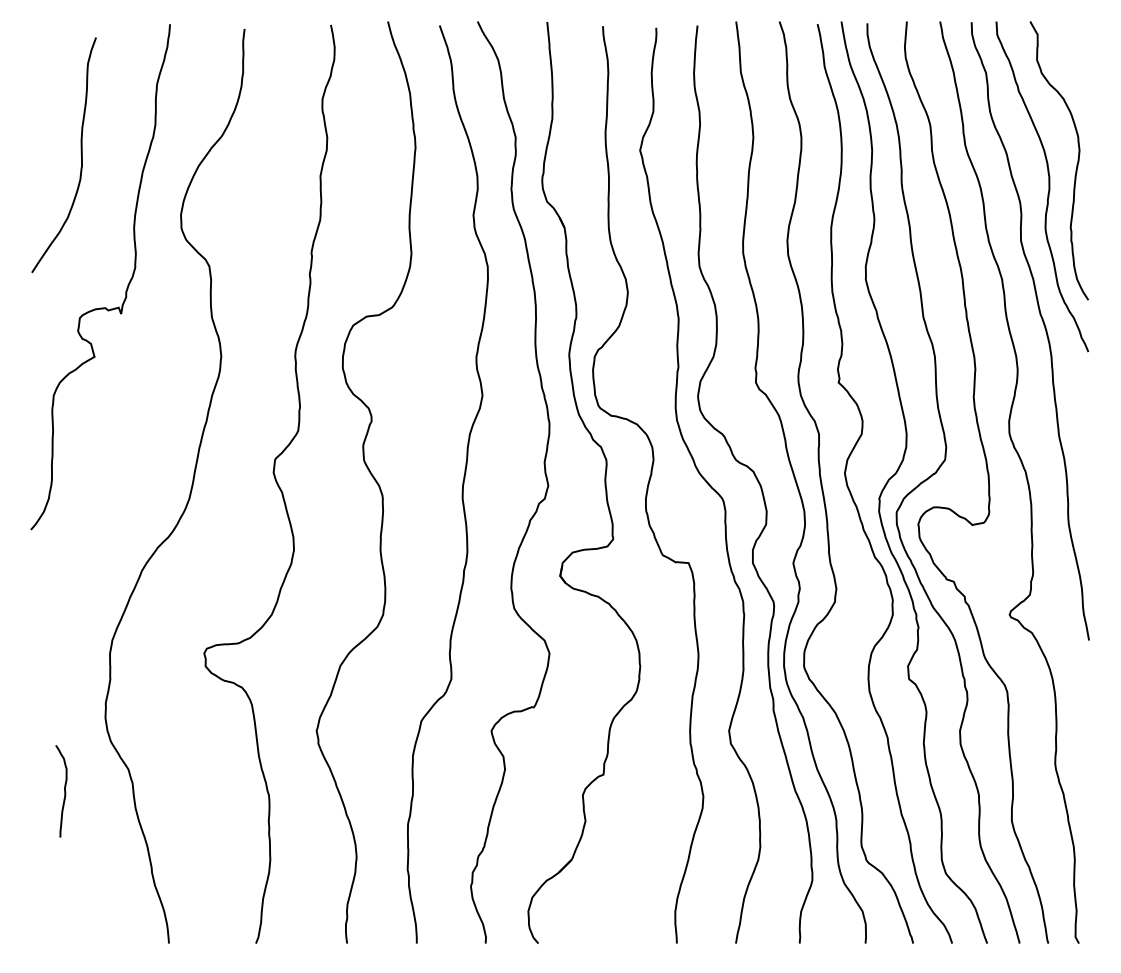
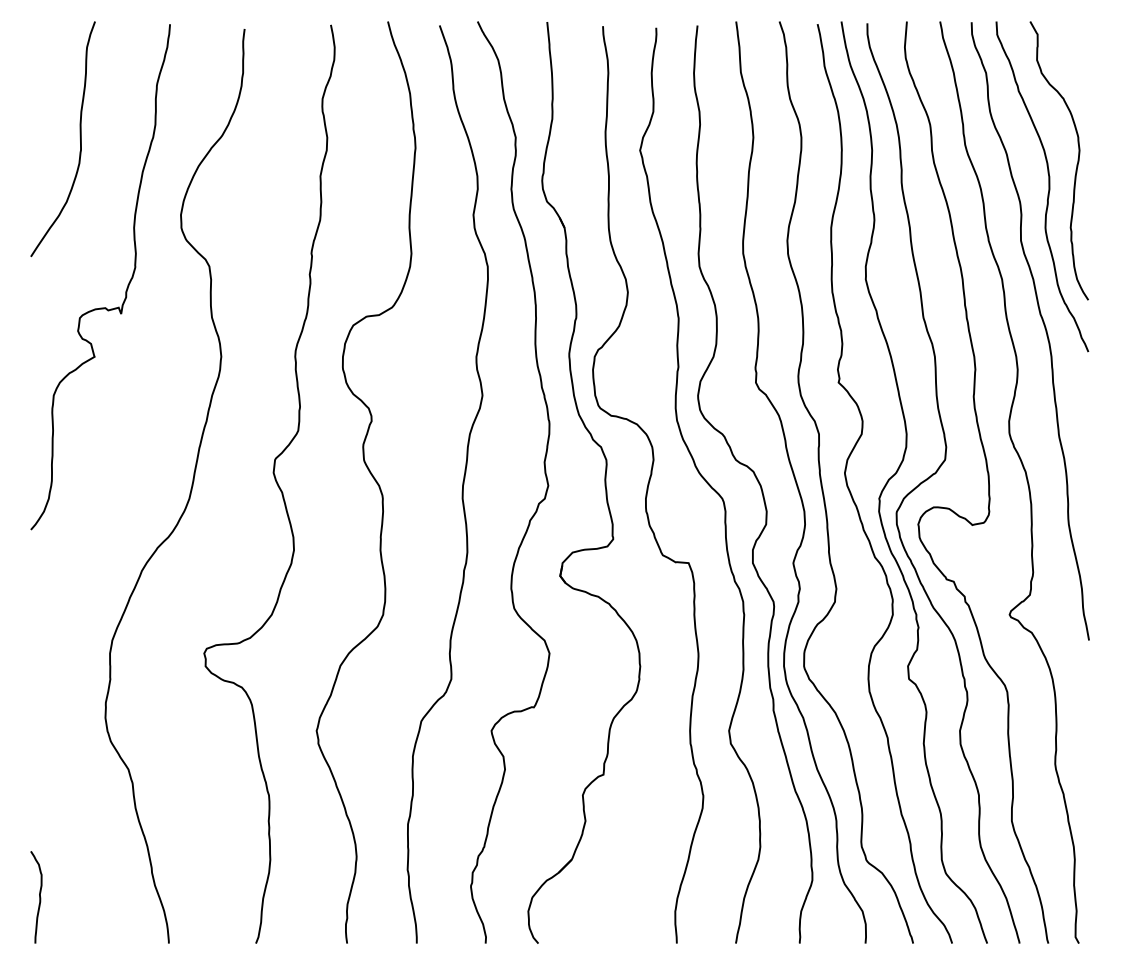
curve at (80, 153) position: (80, 153) -> (79, 137)
curve at (64, 791) position: (64, 791) -> (39, 897)
